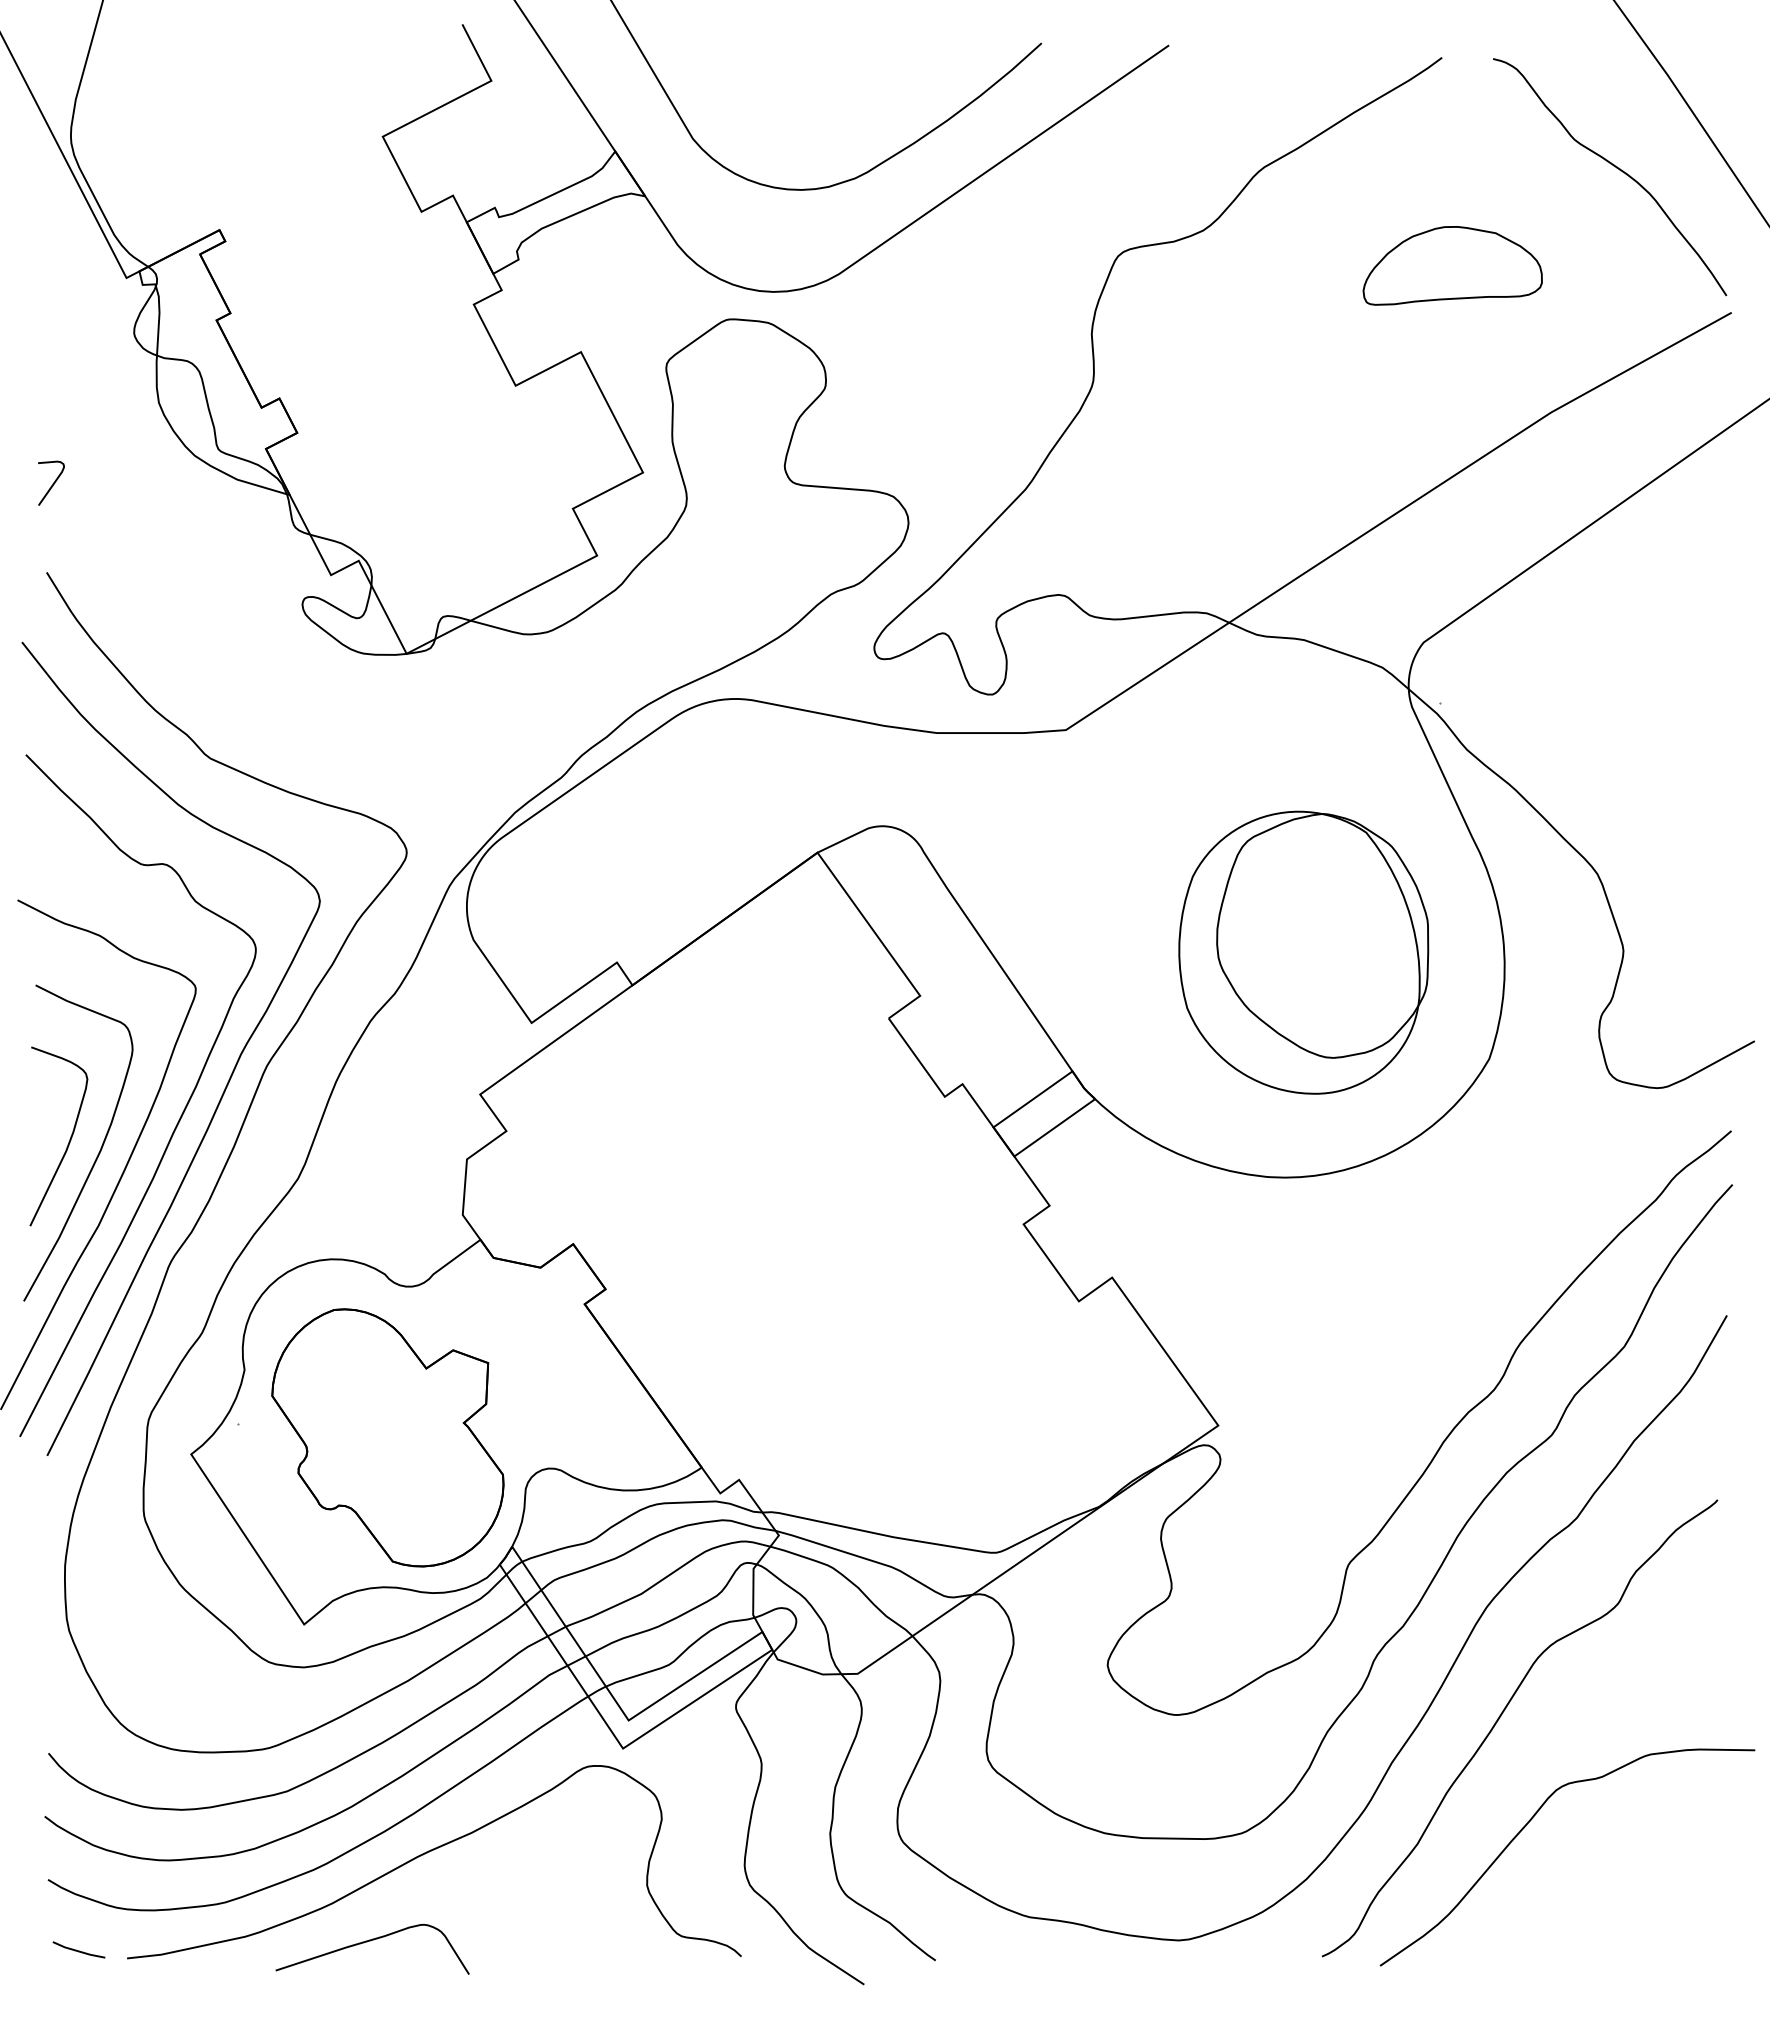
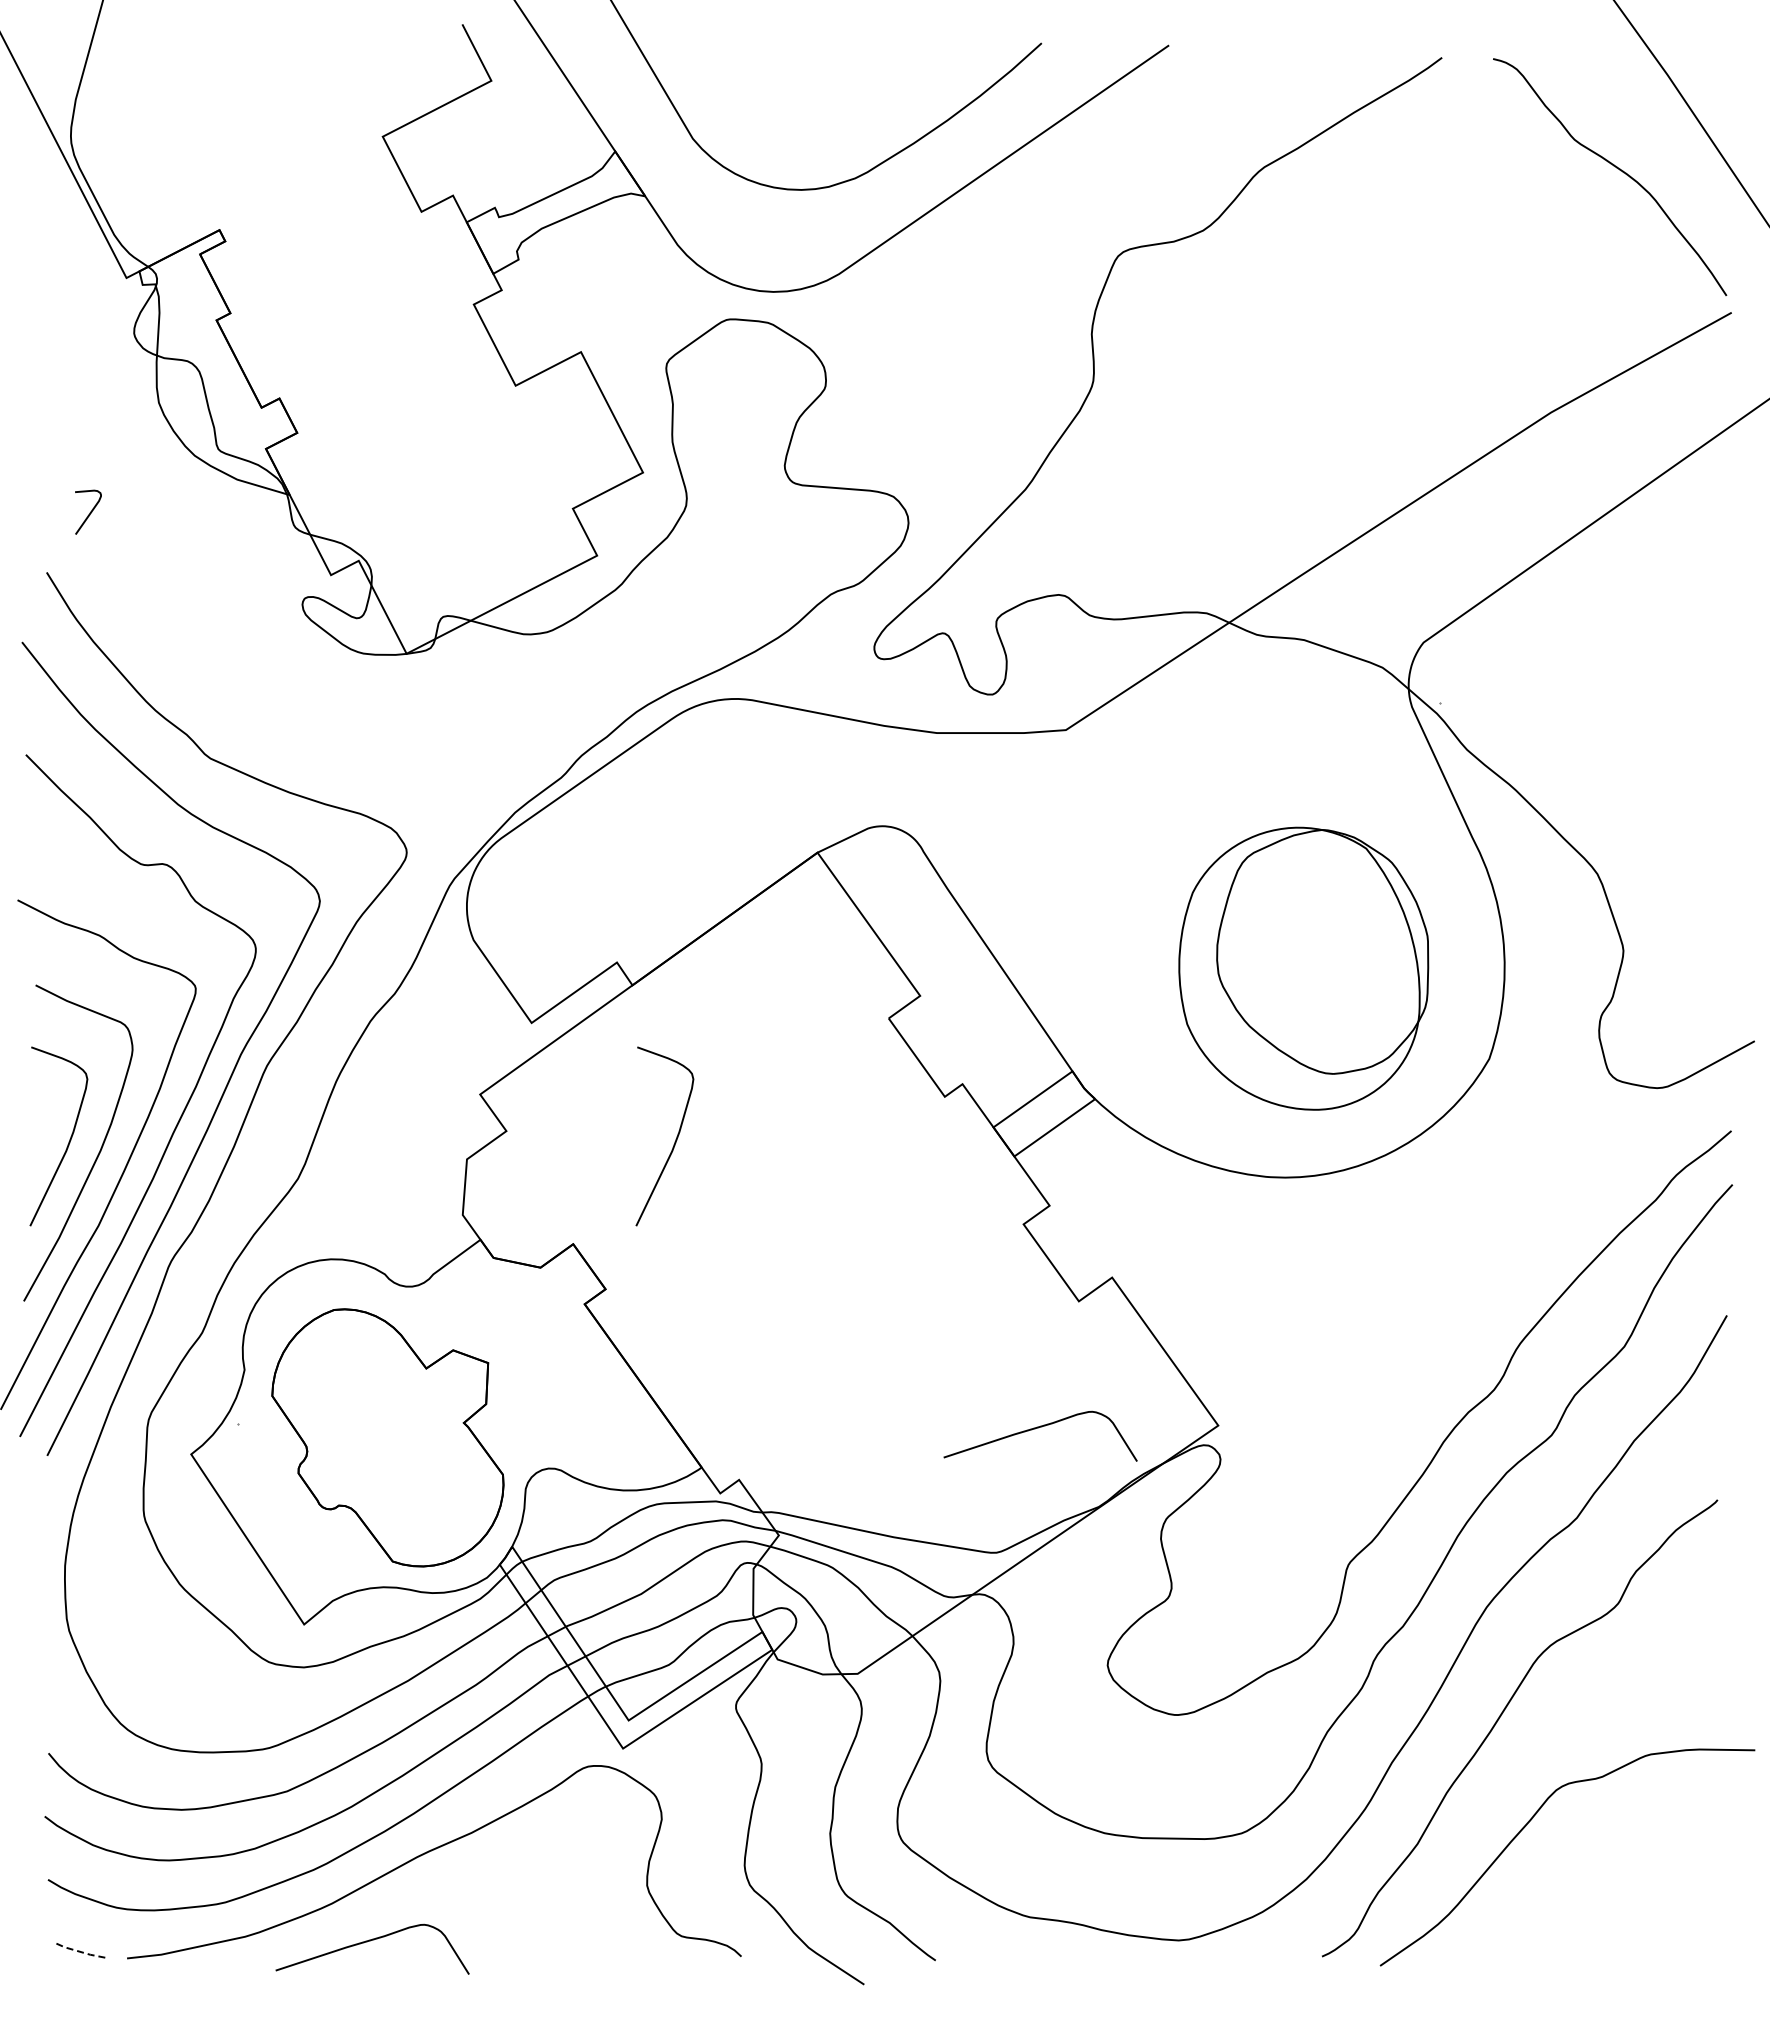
part at (1452, 265): present -> none
curve at (52, 483) position: (52, 483) -> (89, 512)
part at (1303, 952) position: (1303, 952) -> (1303, 968)
curve at (674, 1141): none -> present
curve at (1038, 1428): none -> present
line at (78, 1951): solid -> dashed
